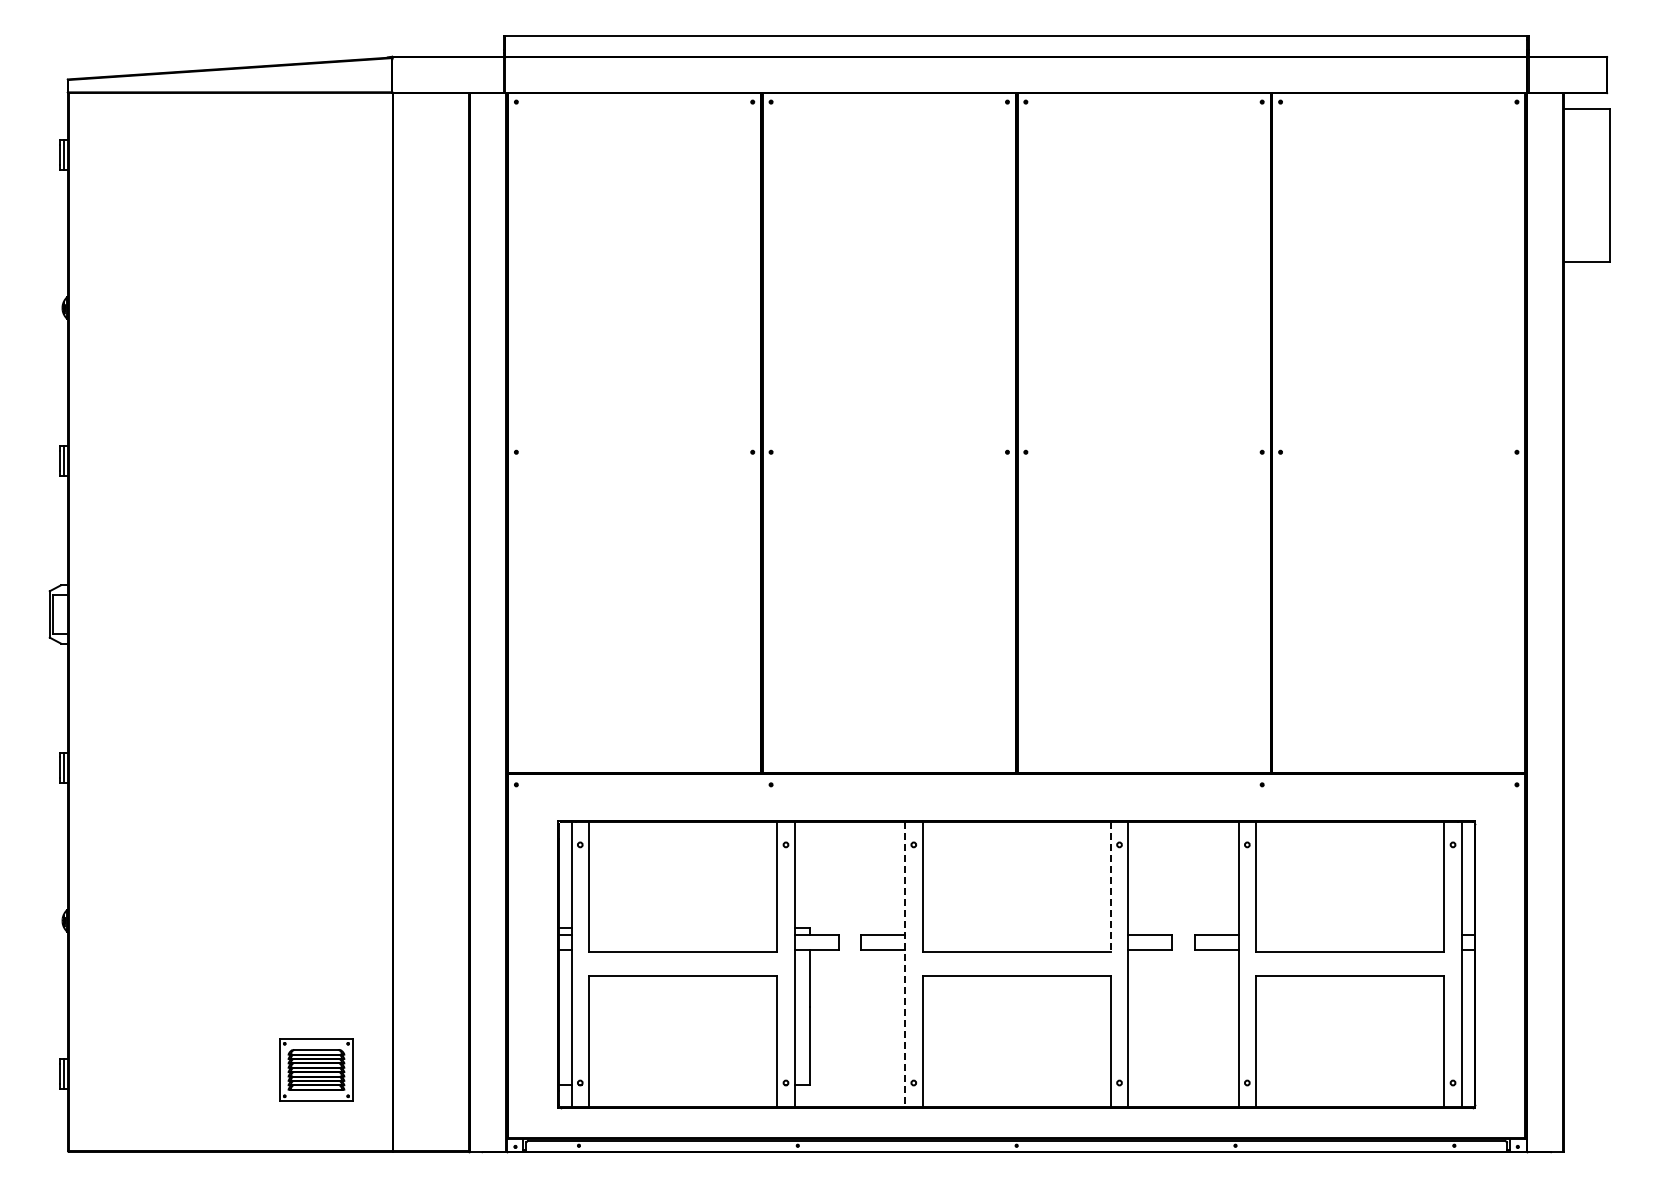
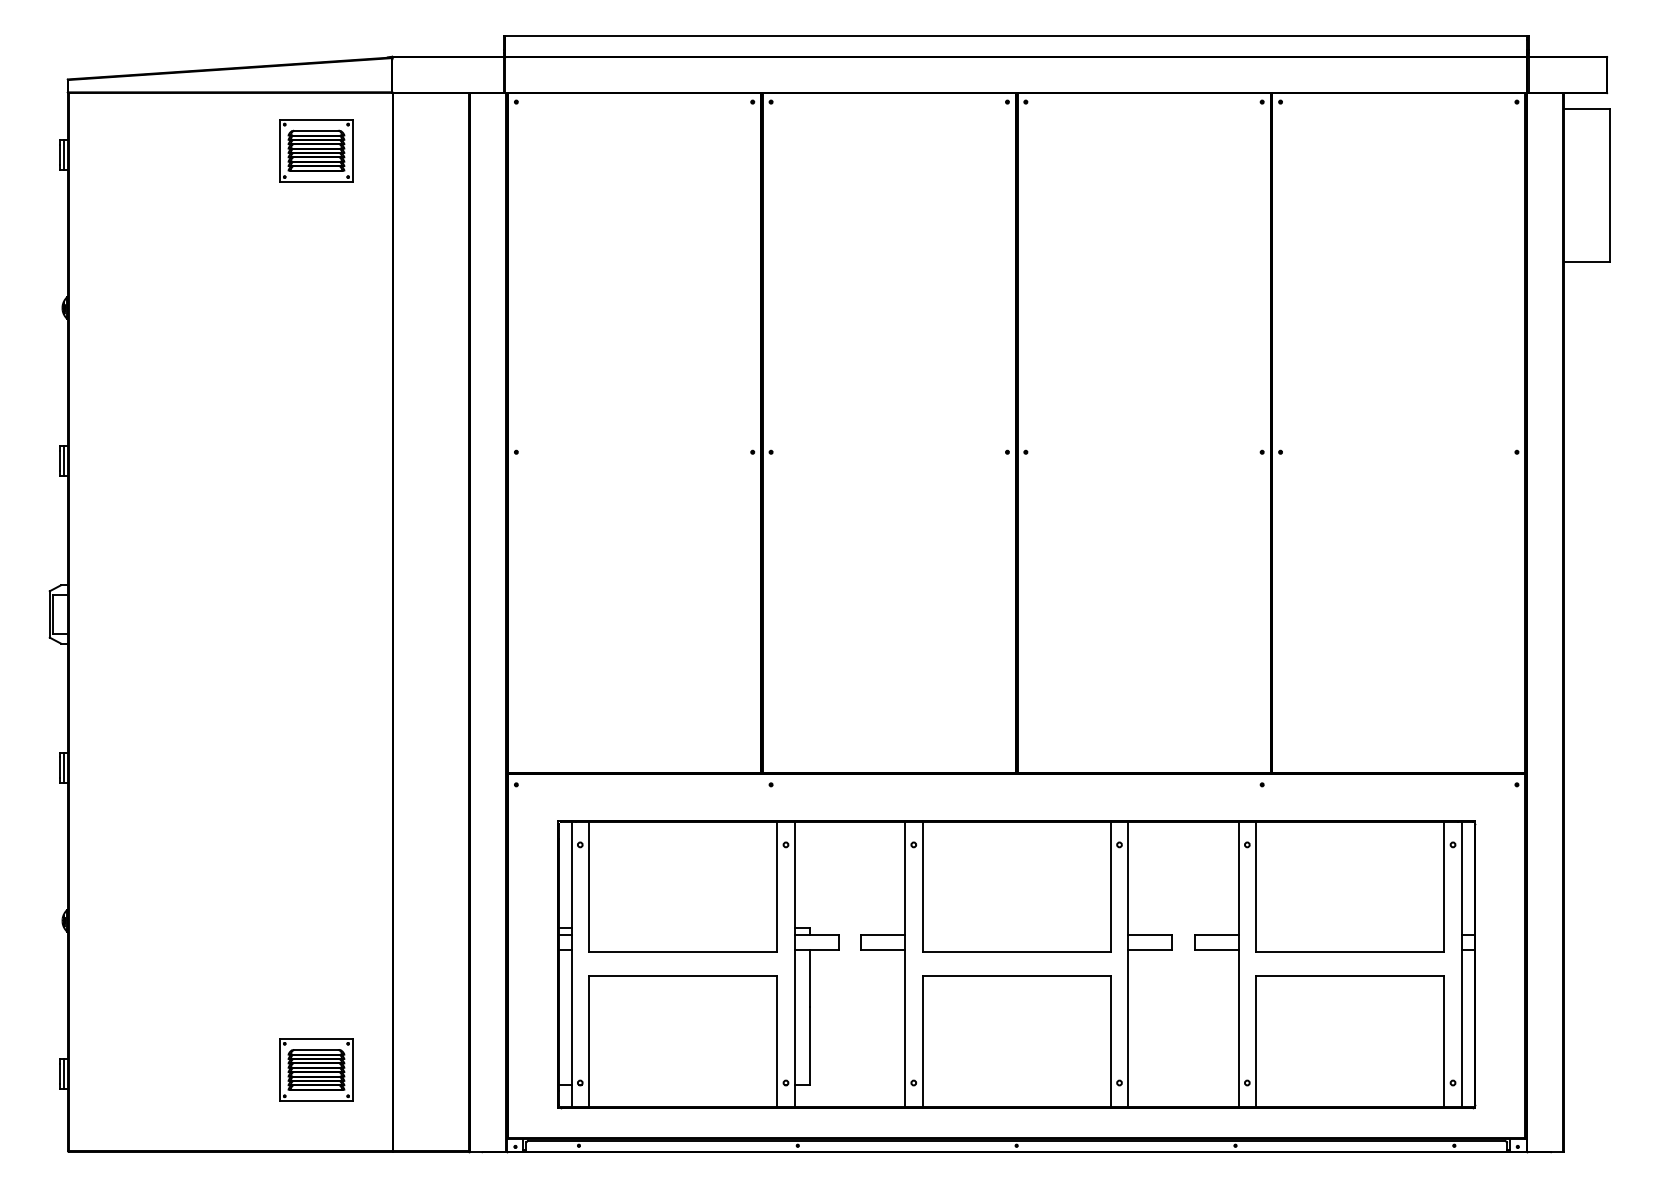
part at (316, 150): none -> present
line at (1110, 886): dashed -> solid
line at (905, 964): dashed -> solid
